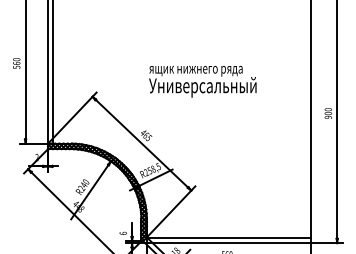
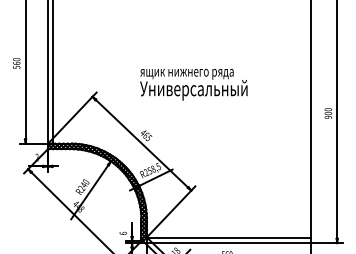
text at (202, 81) position: (202, 81) -> (193, 84)
